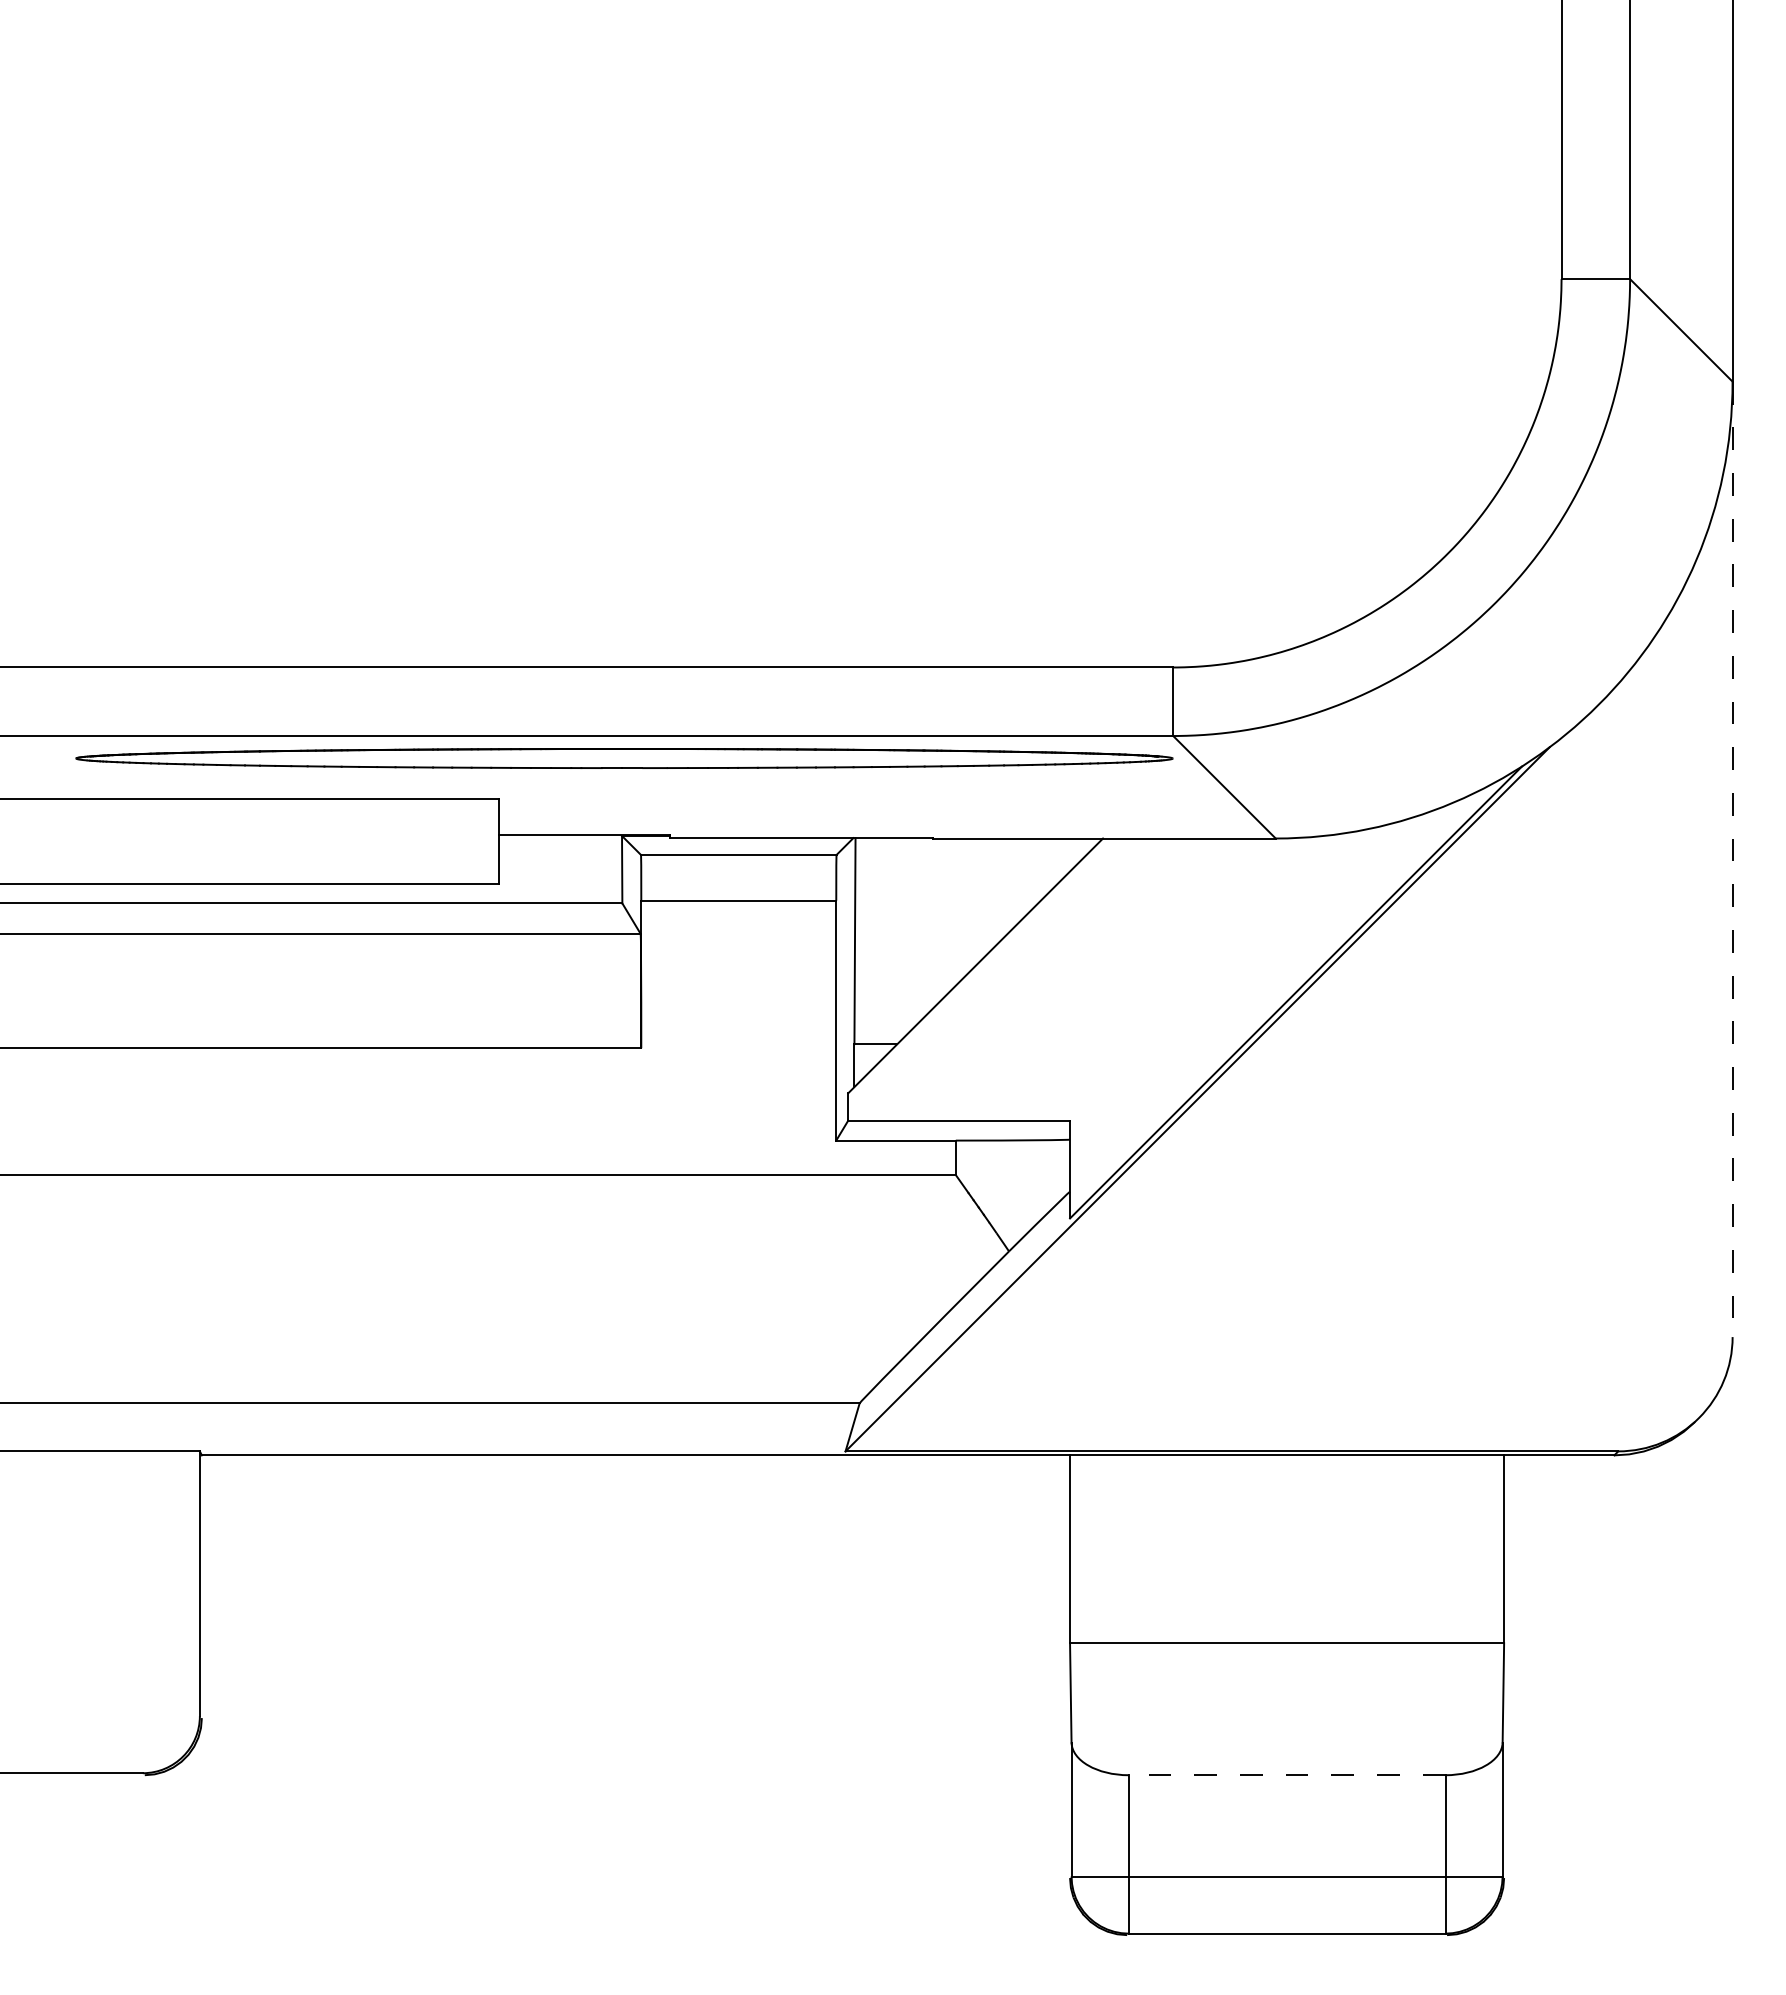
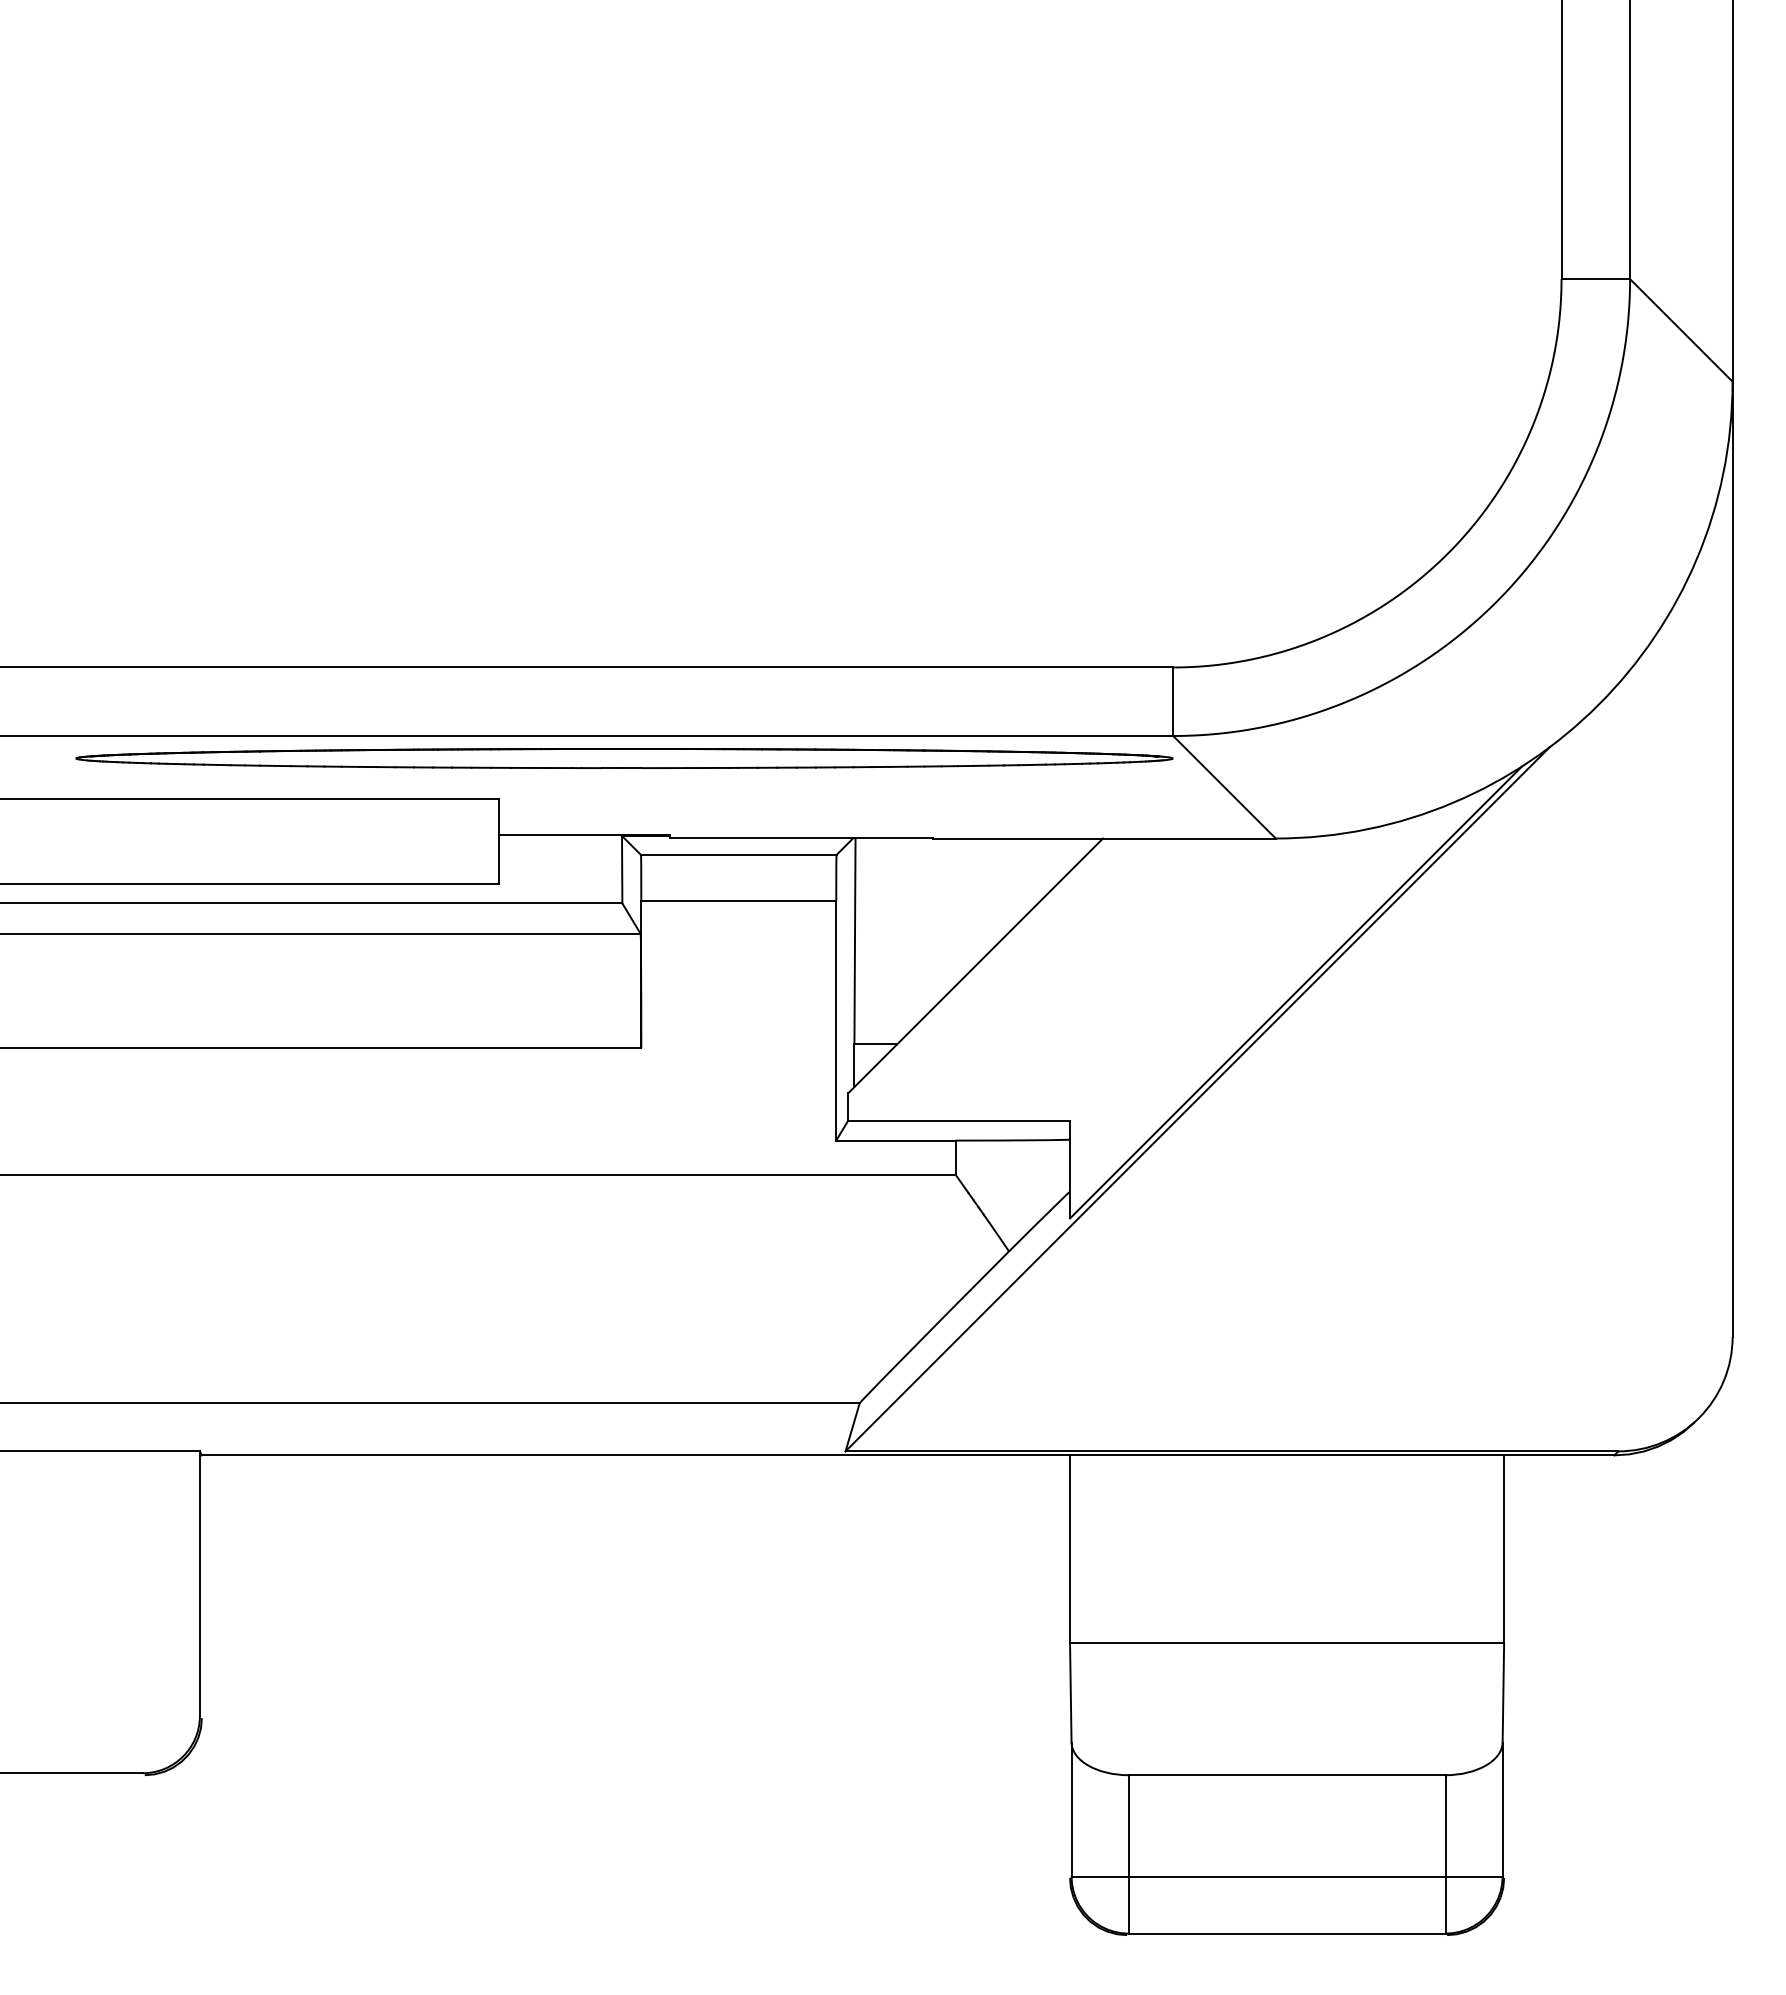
line at (1732, 859): dashed -> solid
line at (1286, 1775): dashed -> solid
